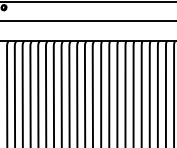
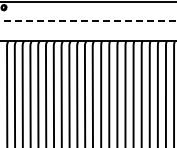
line at (88, 21): solid -> dashed
